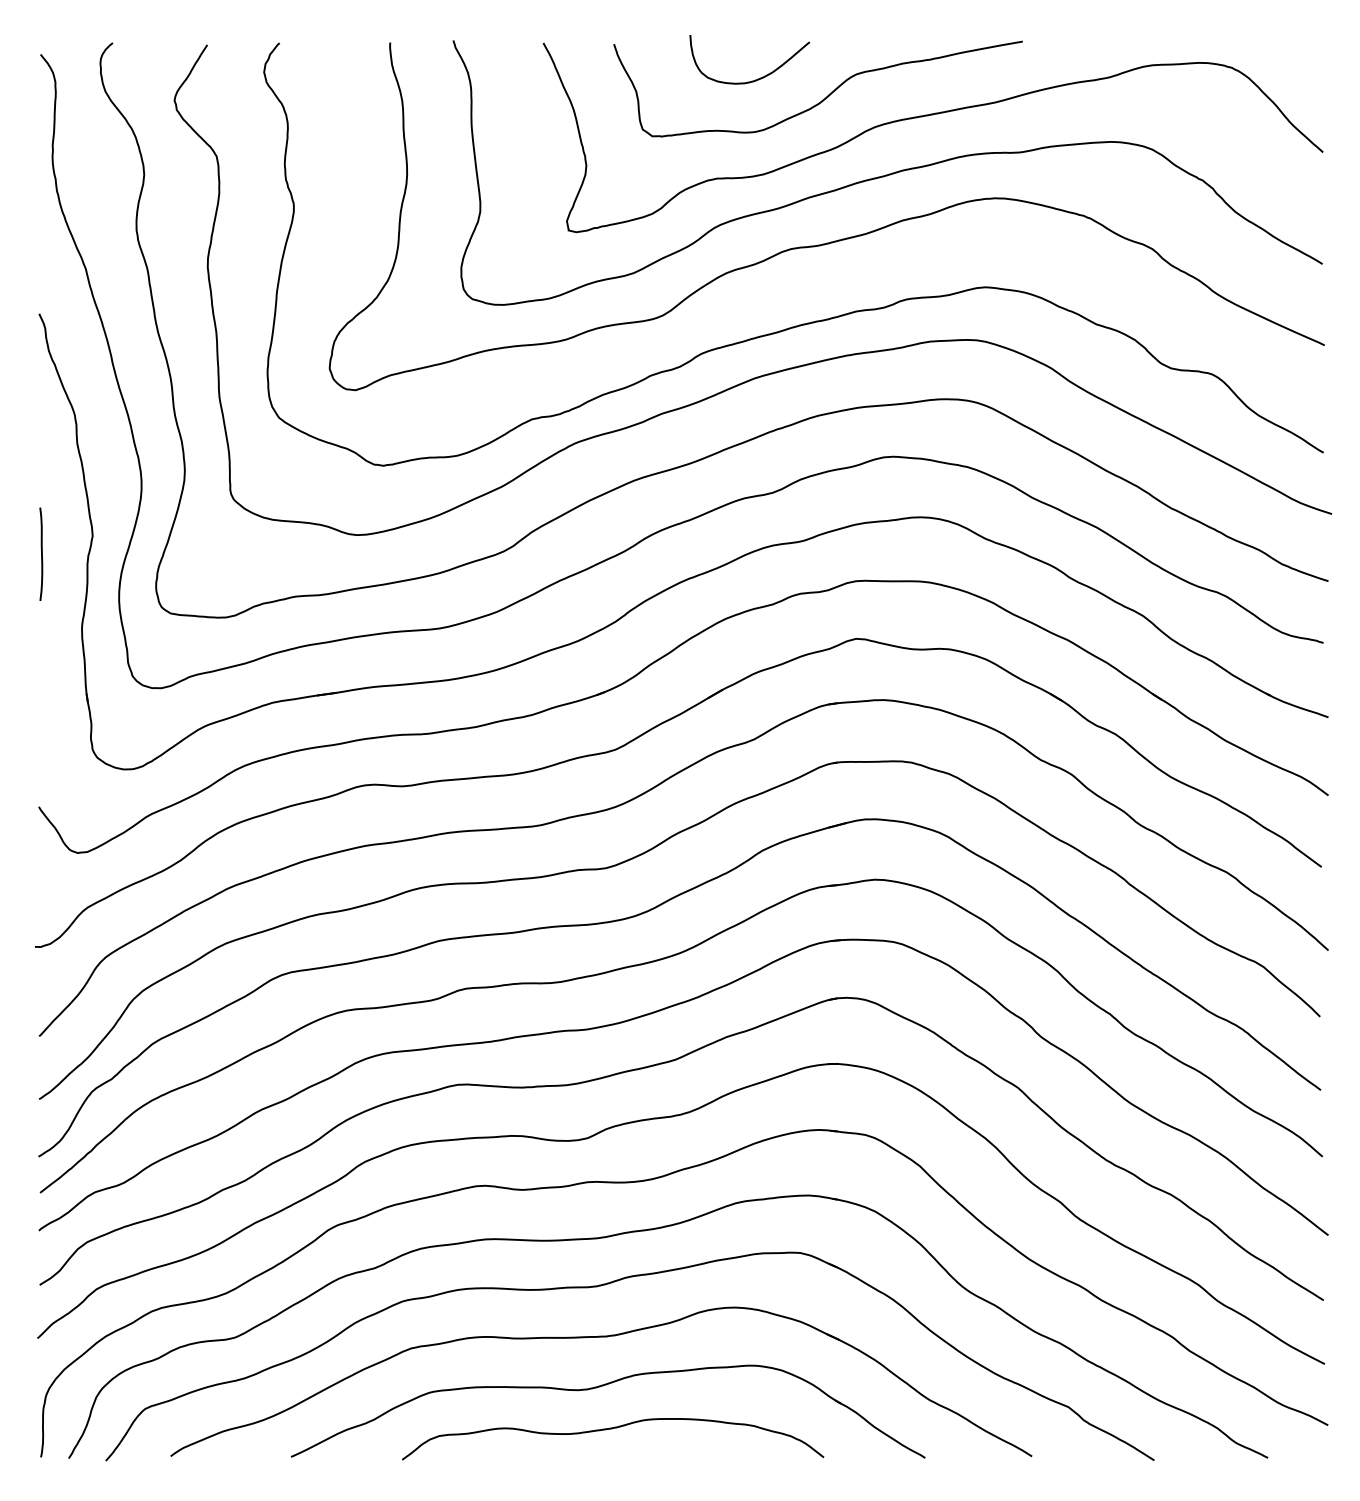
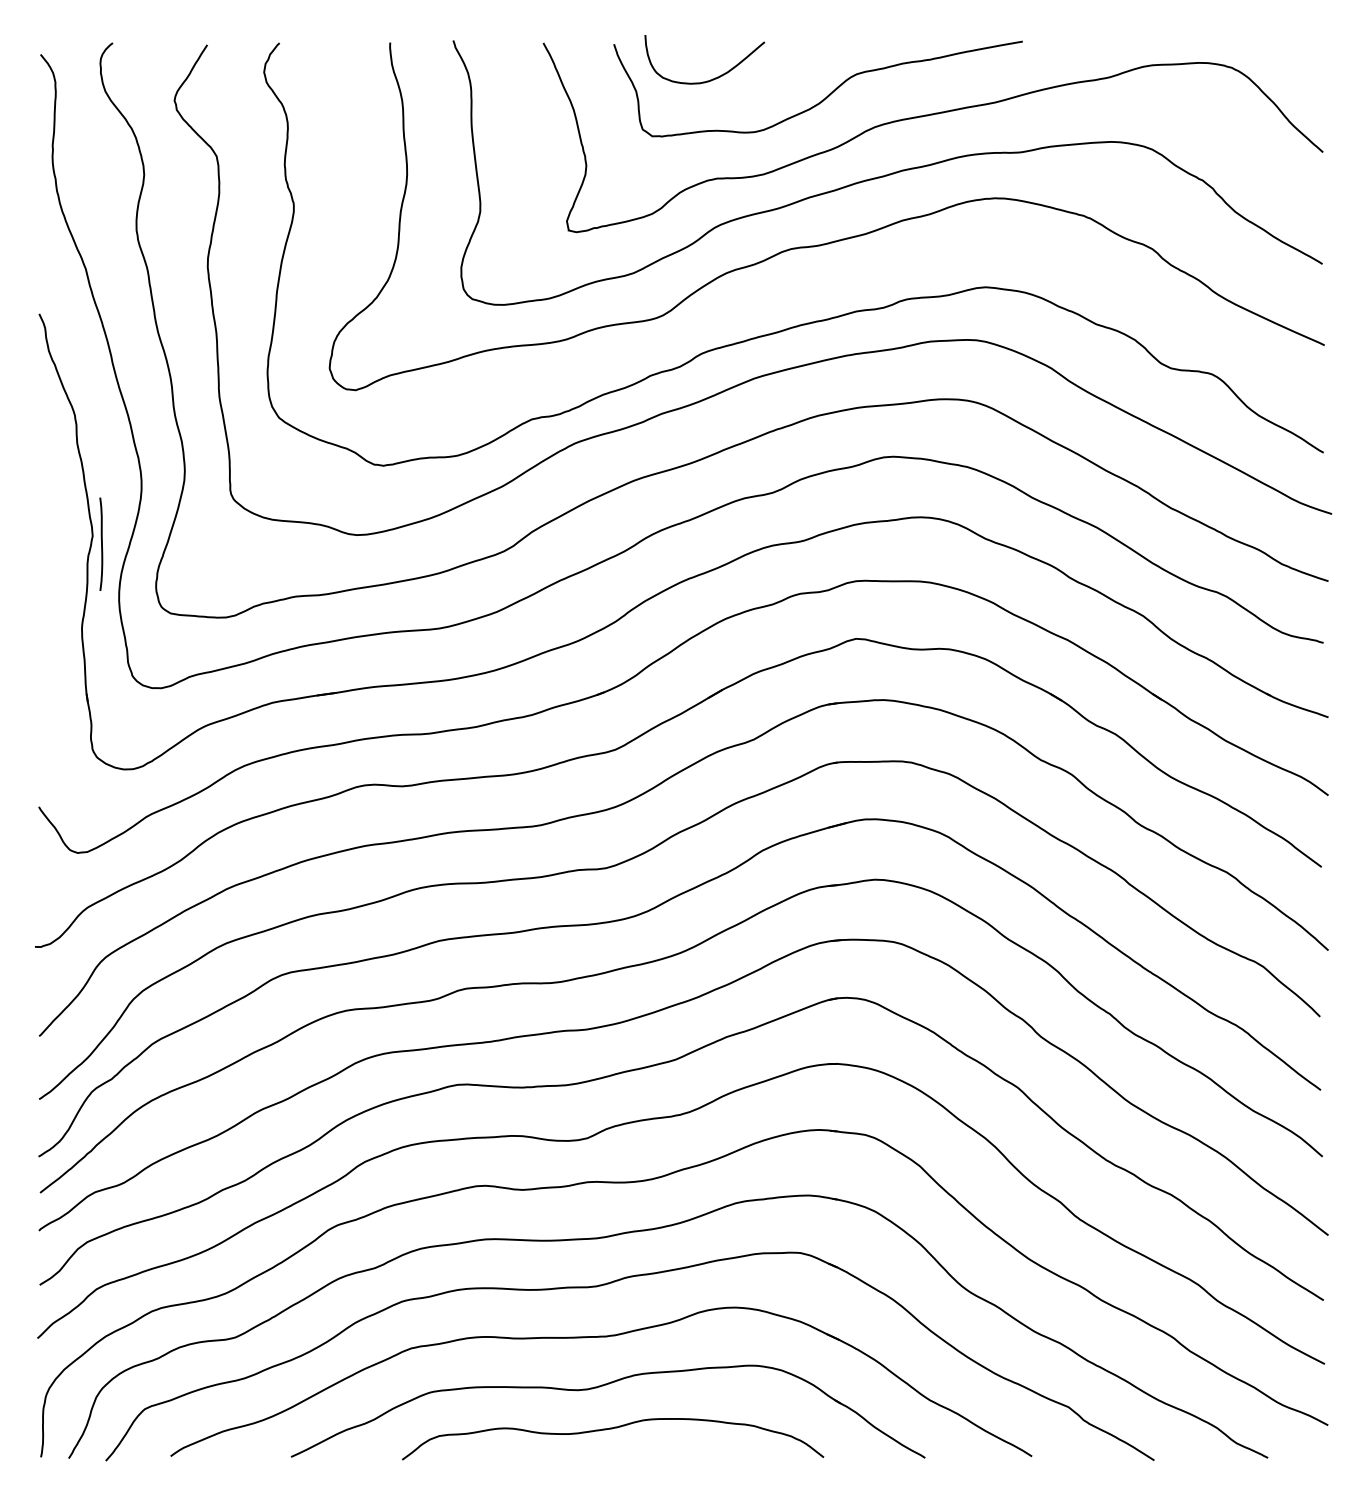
curve at (757, 78) position: (757, 78) -> (712, 78)
curve at (41, 553) position: (41, 553) -> (101, 543)
